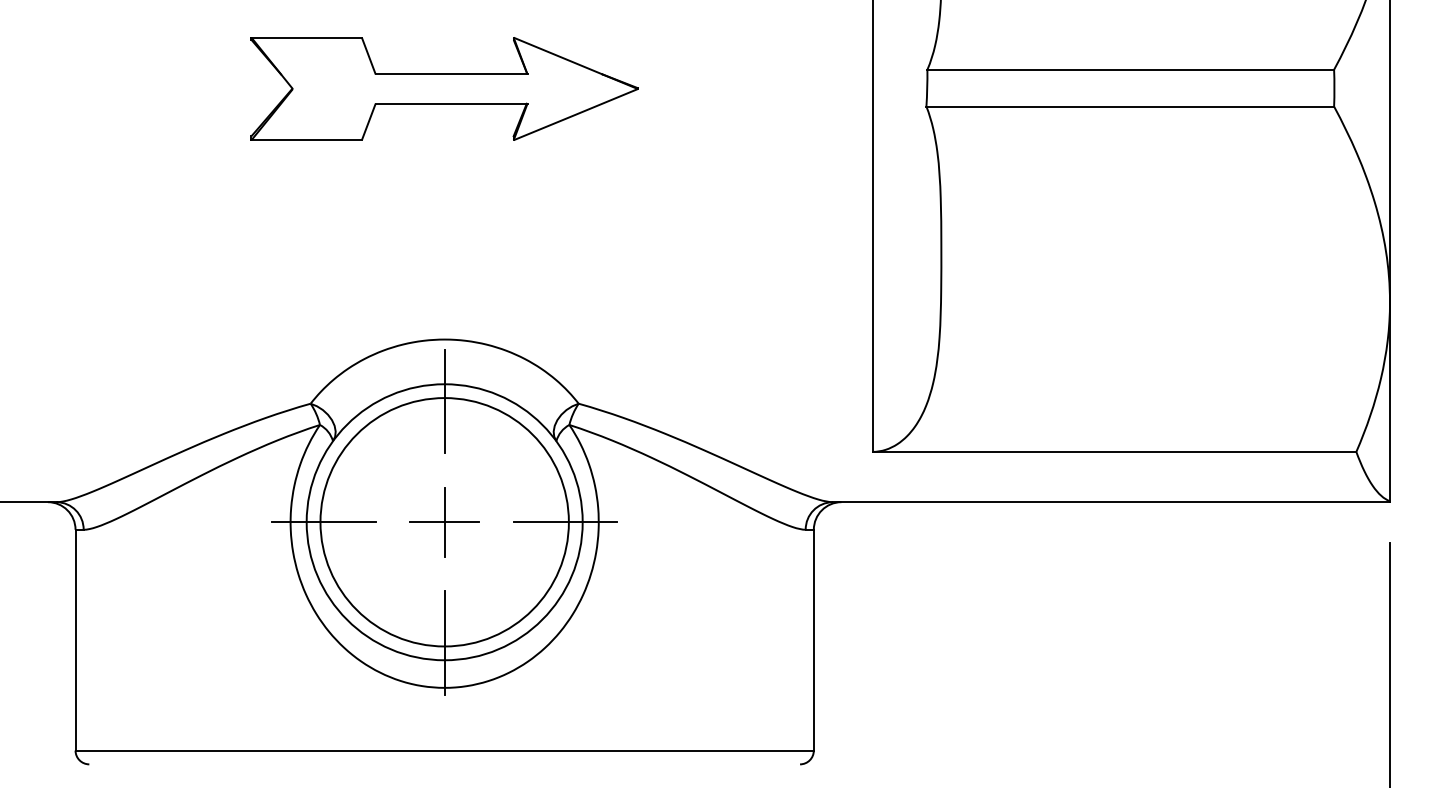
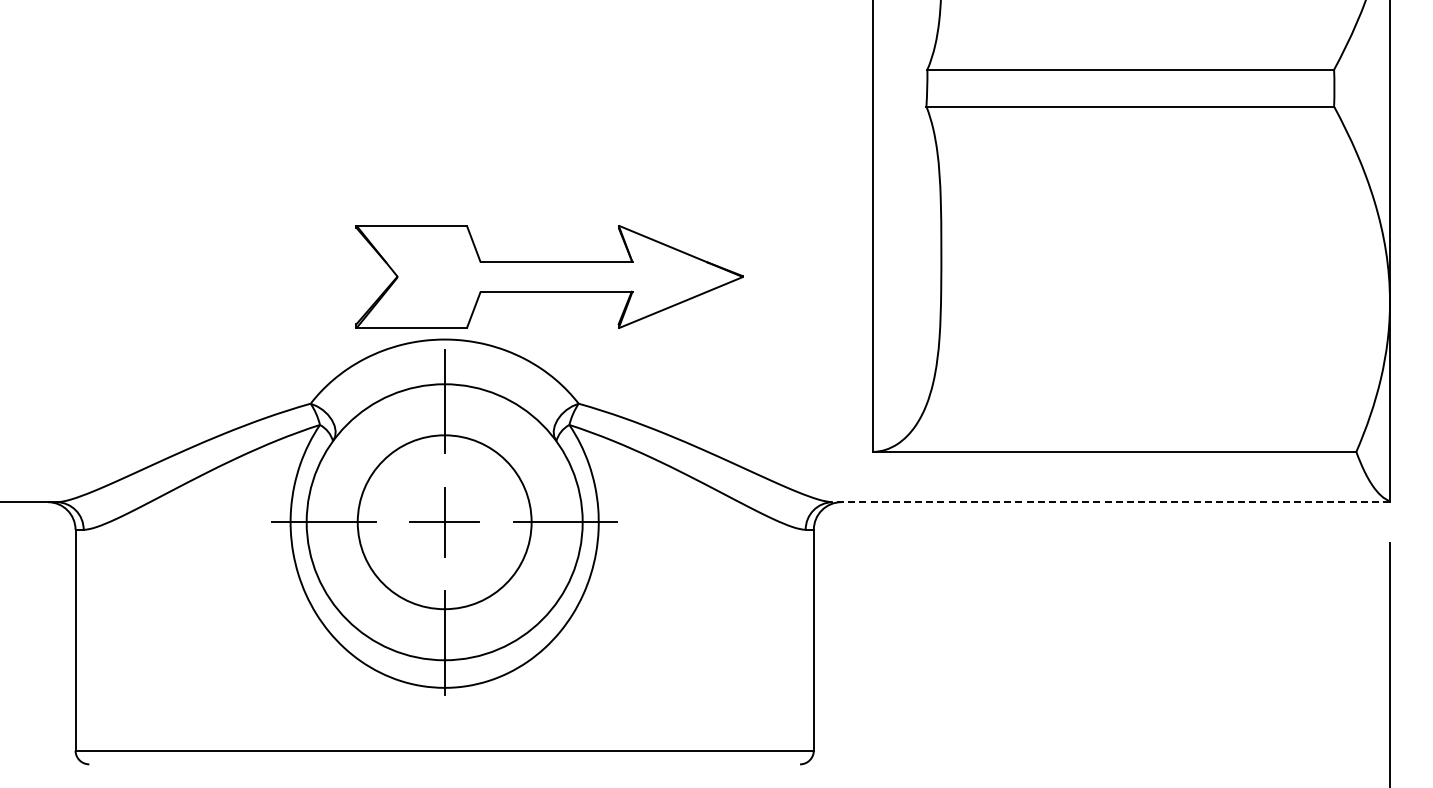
part at (444, 88) position: (444, 88) -> (549, 276)
line at (1111, 502): solid -> dashed
circle at (444, 522) diameter: 248 px -> 174 px
